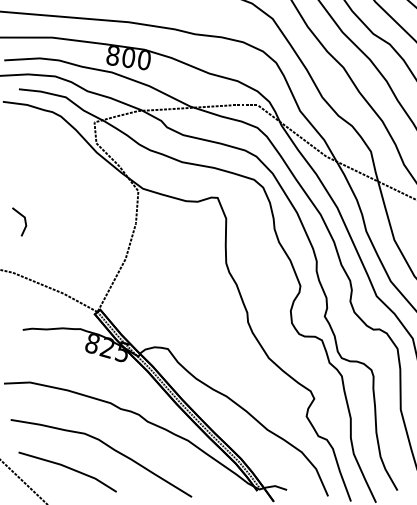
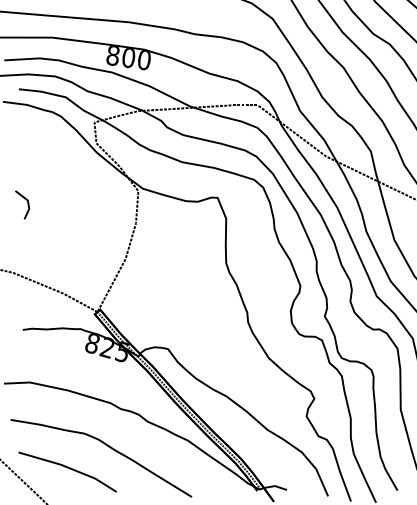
line at (24, 221) position: (24, 221) -> (27, 204)
